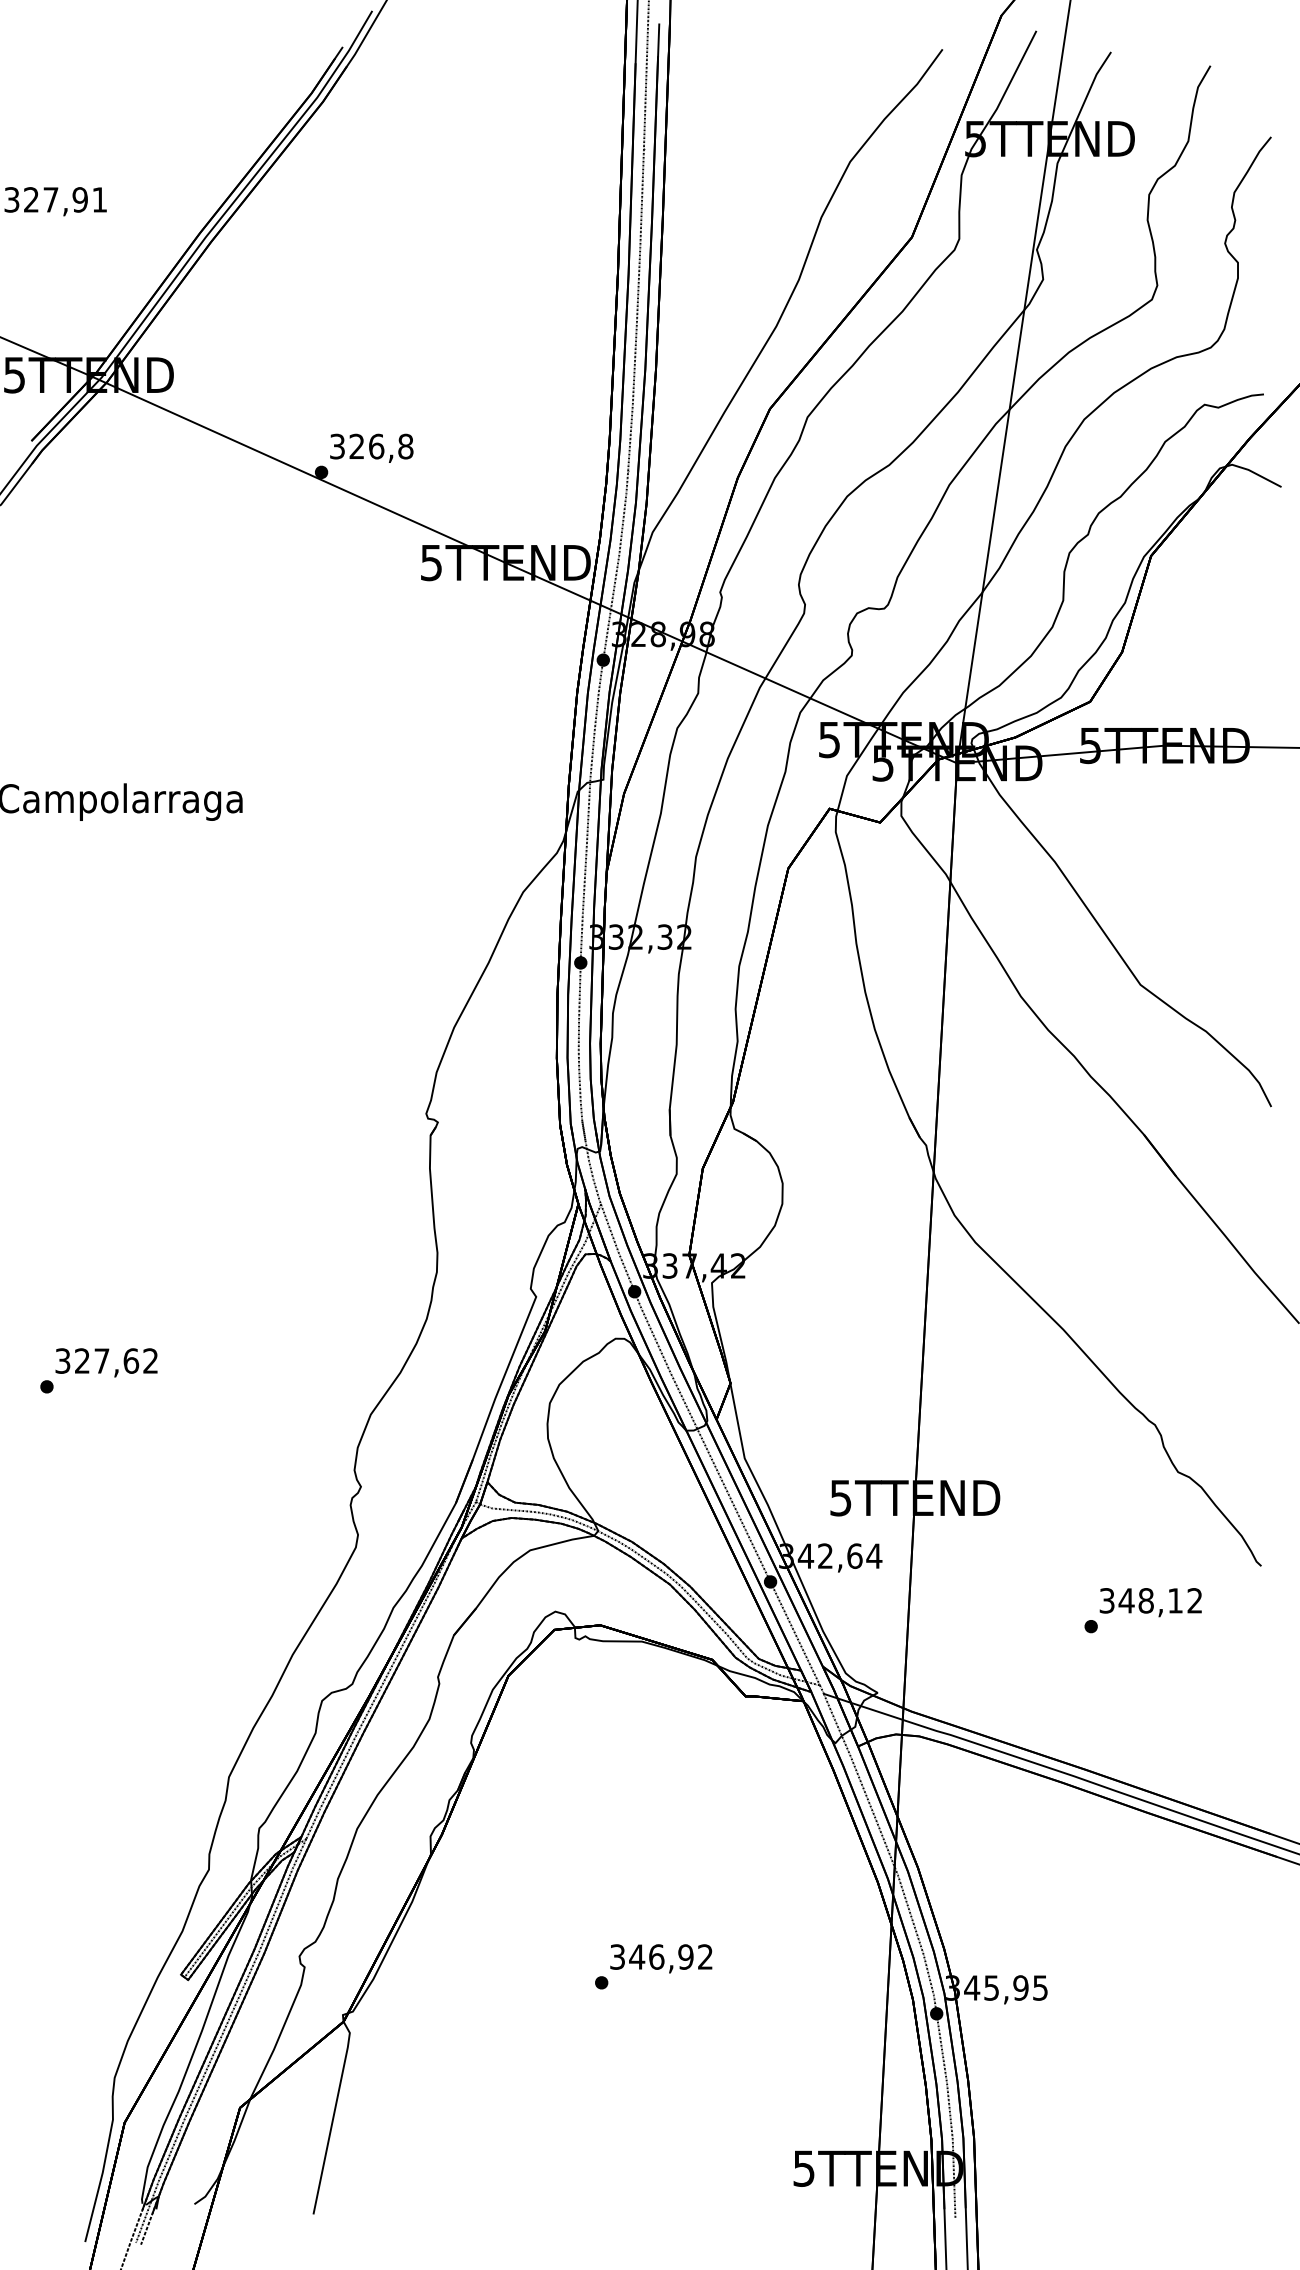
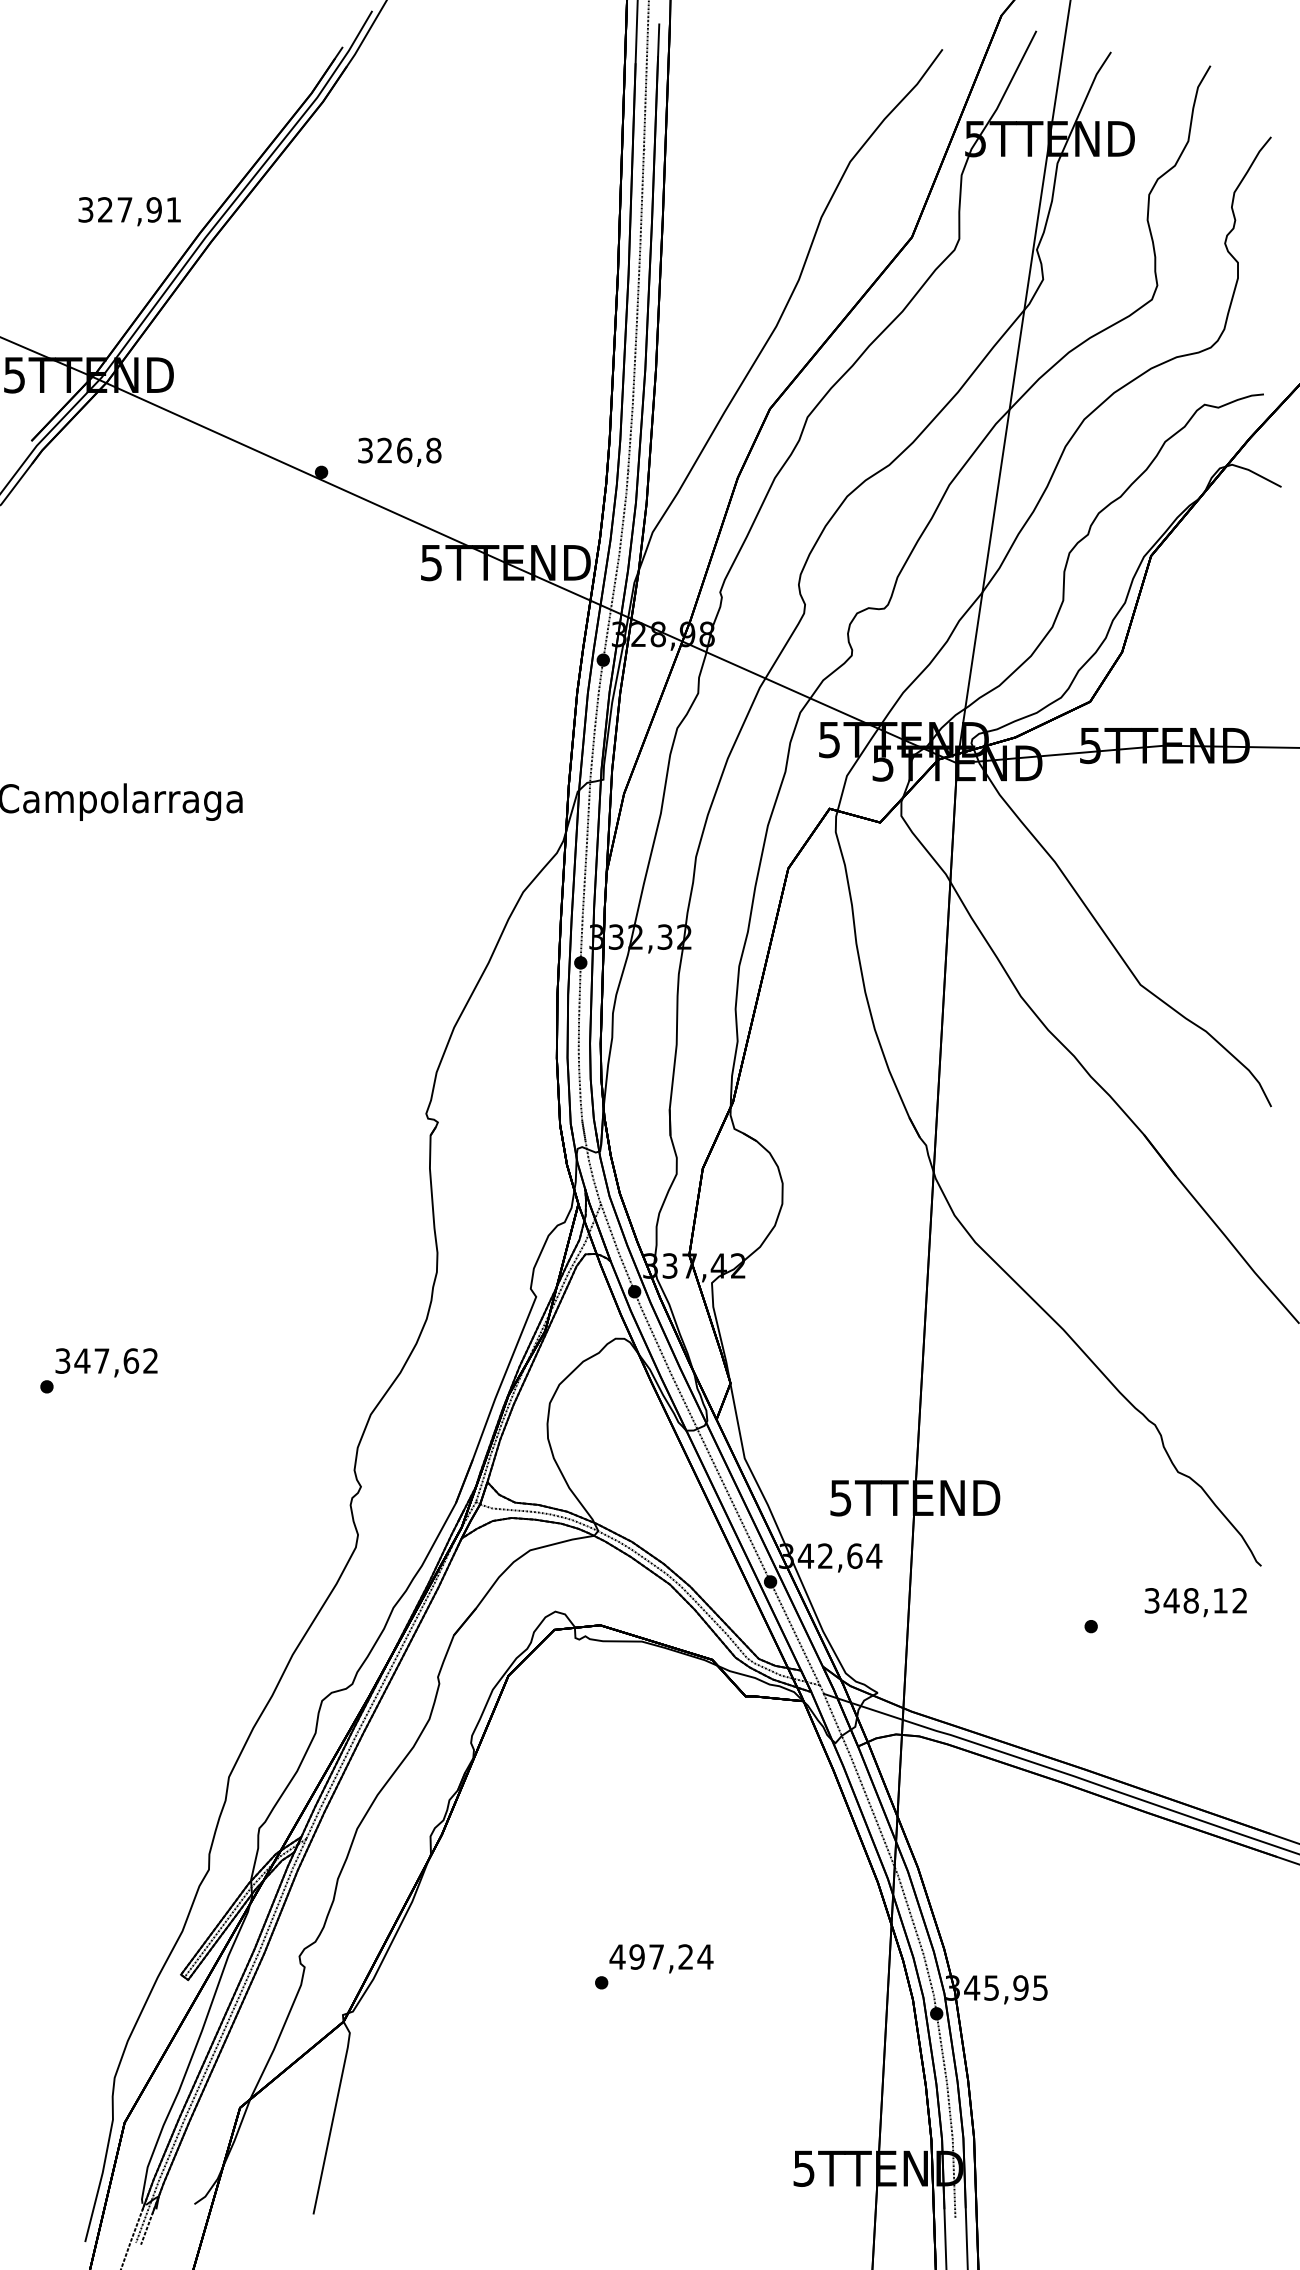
text at (55, 201) position: (55, 201) -> (129, 211)
text at (371, 447) position: (371, 447) -> (399, 451)
text at (82, 1360): 327,62 -> 347,62
text at (1150, 1602) position: (1150, 1602) -> (1195, 1602)
text at (661, 1956): 346,92 -> 497,24
